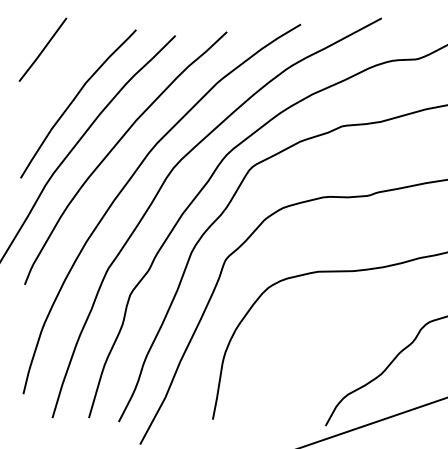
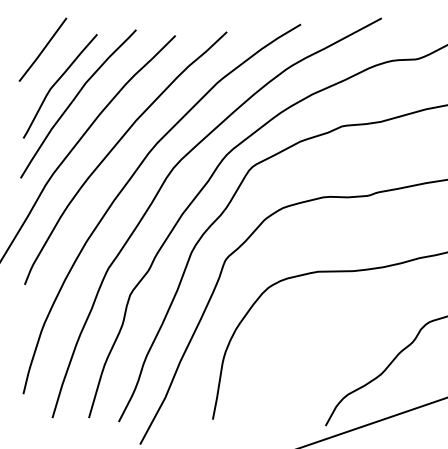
curve at (56, 83): none -> present
